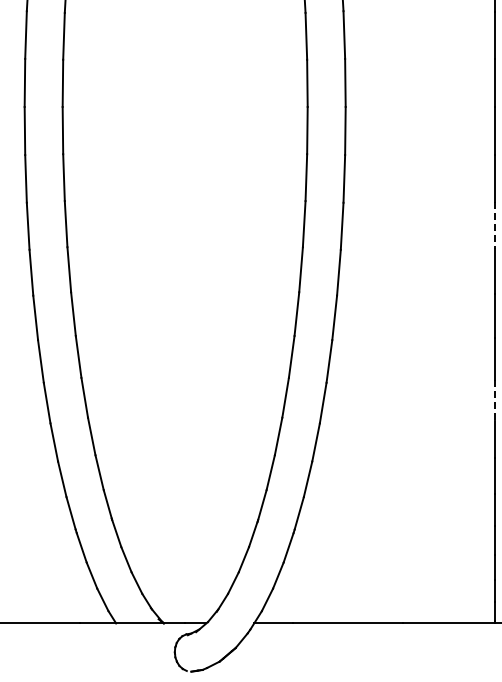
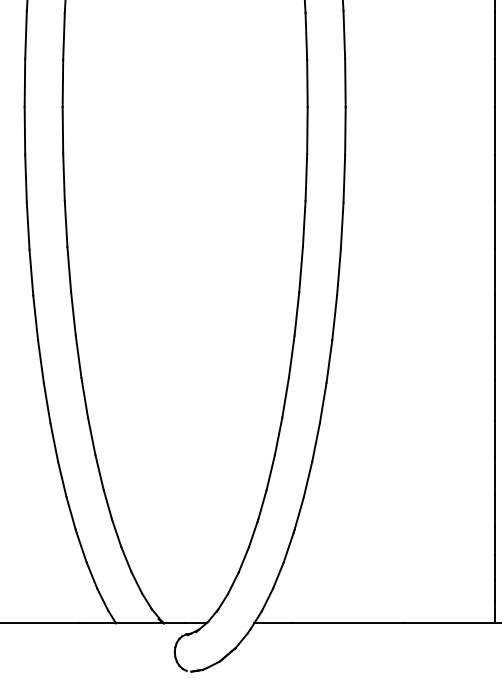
line at (494, 225): dashed -> solid
line at (494, 400): dashed -> solid
